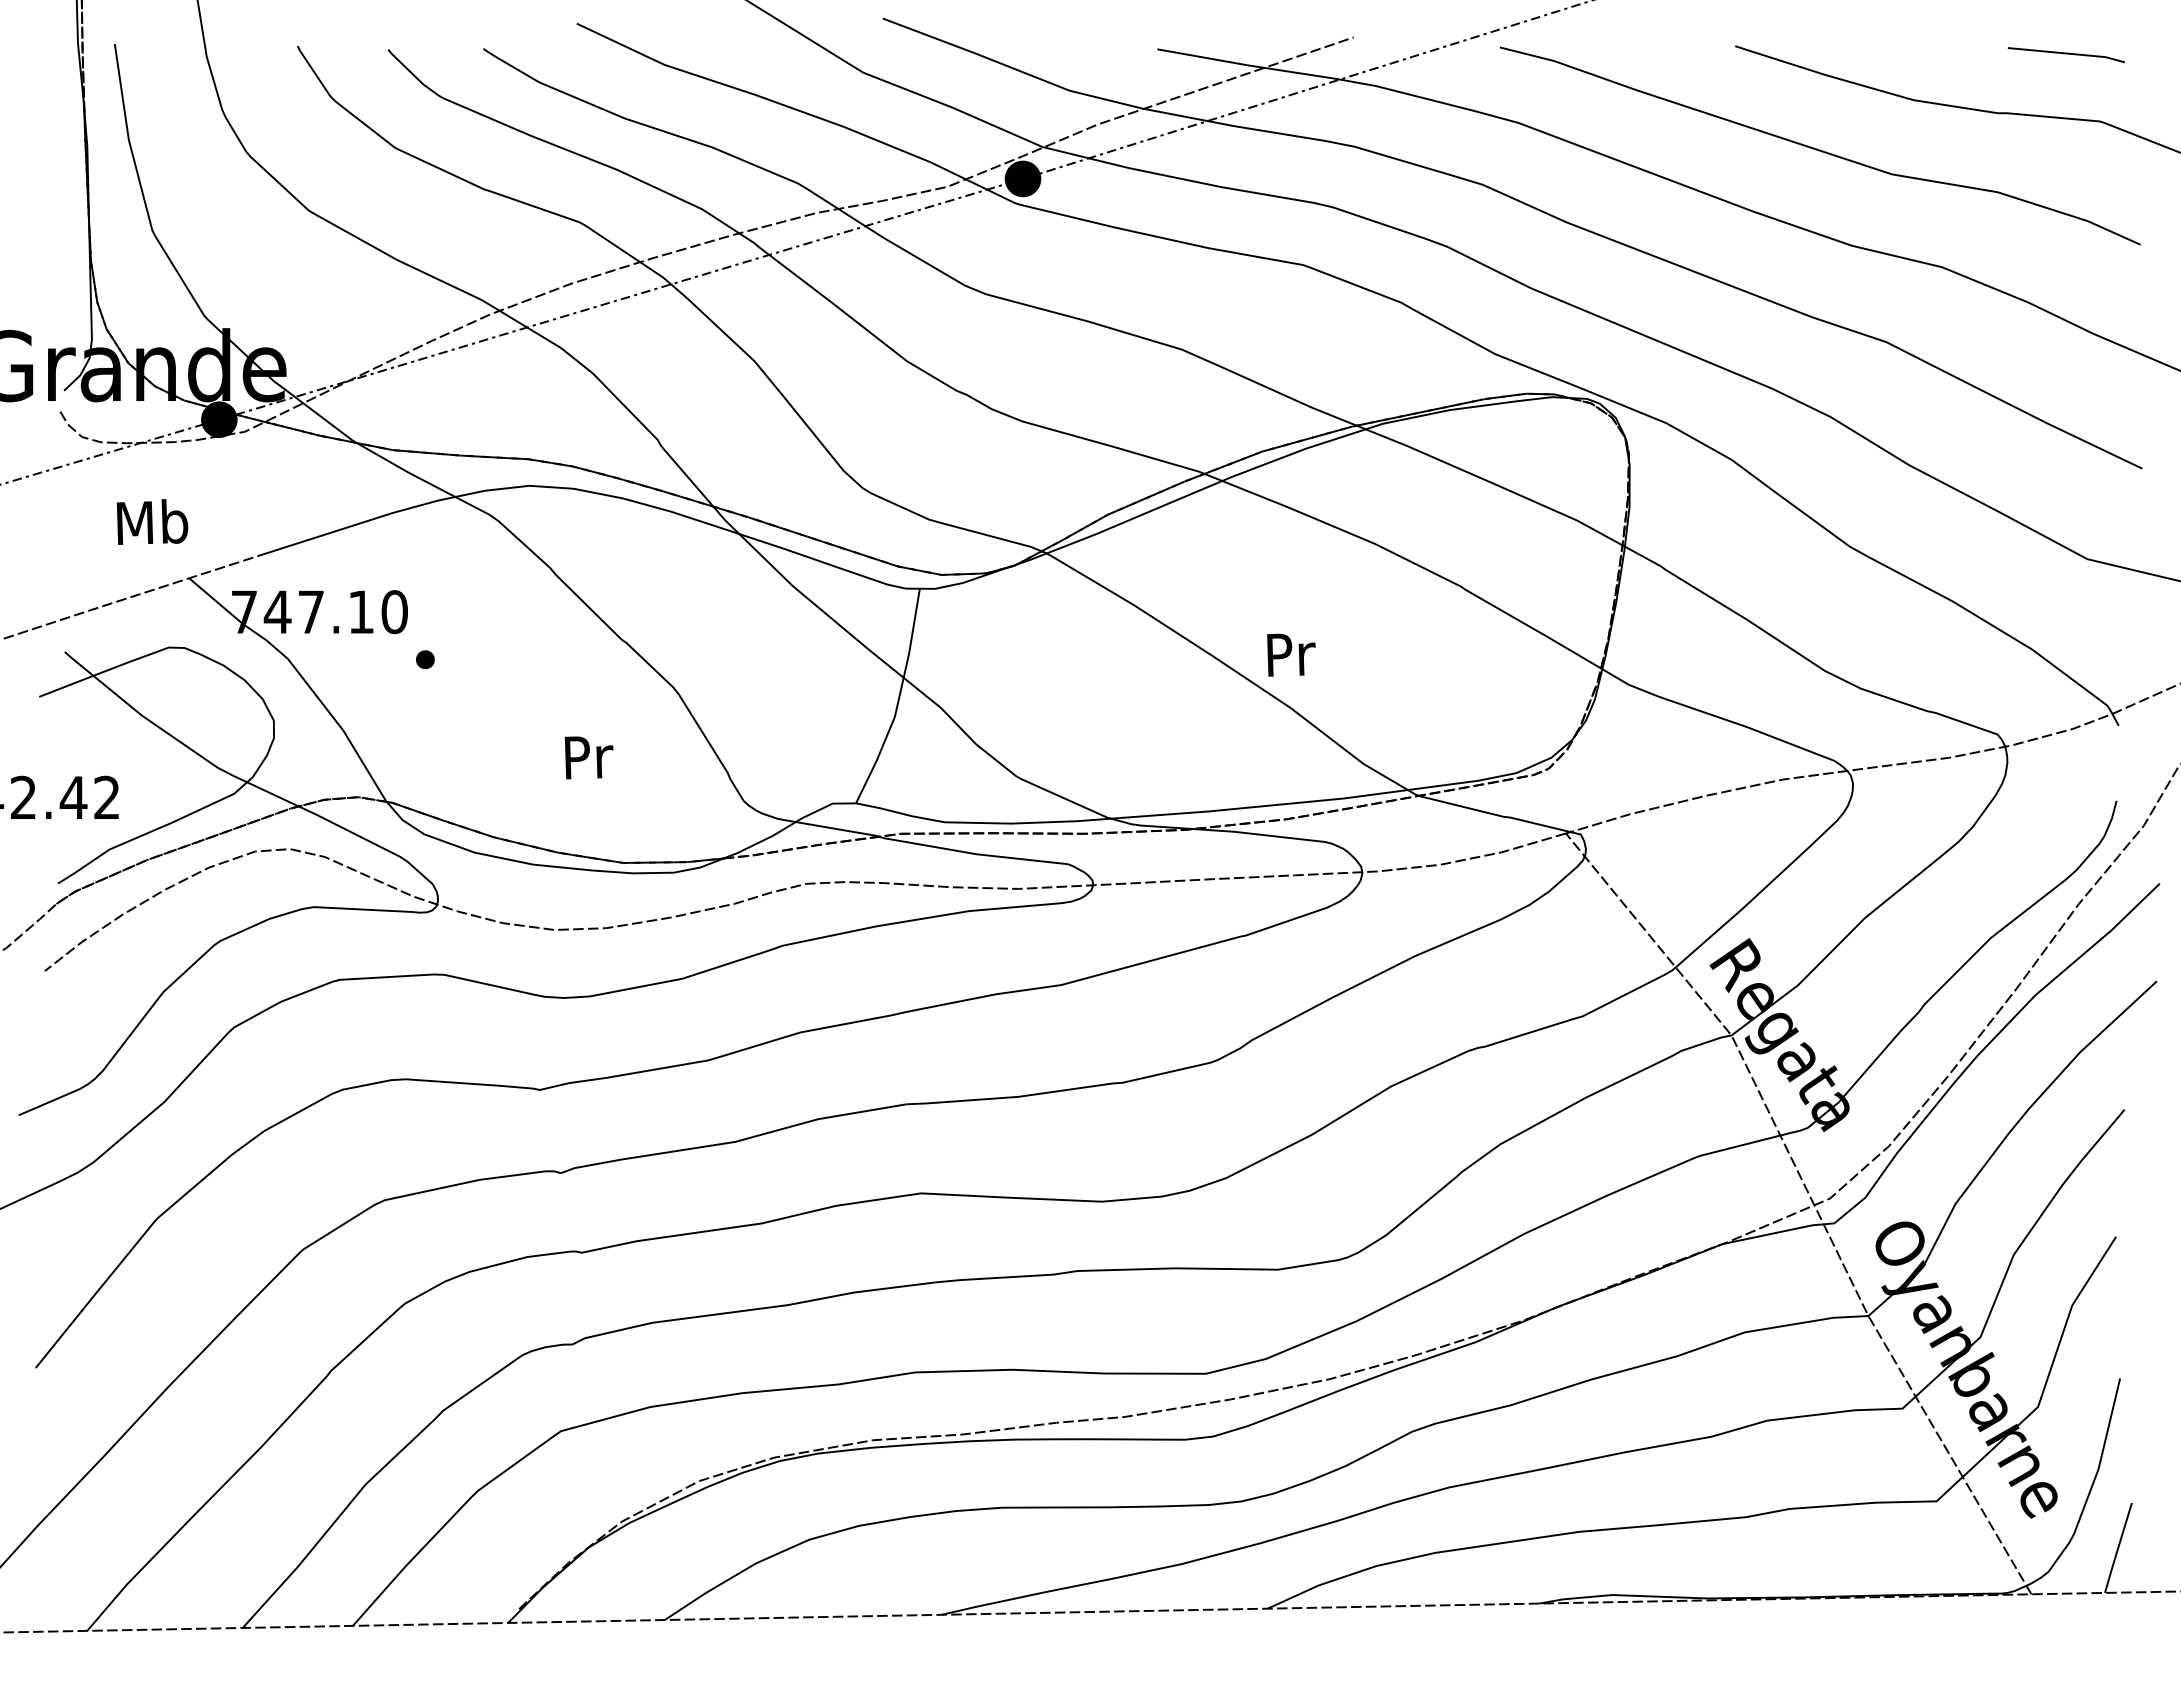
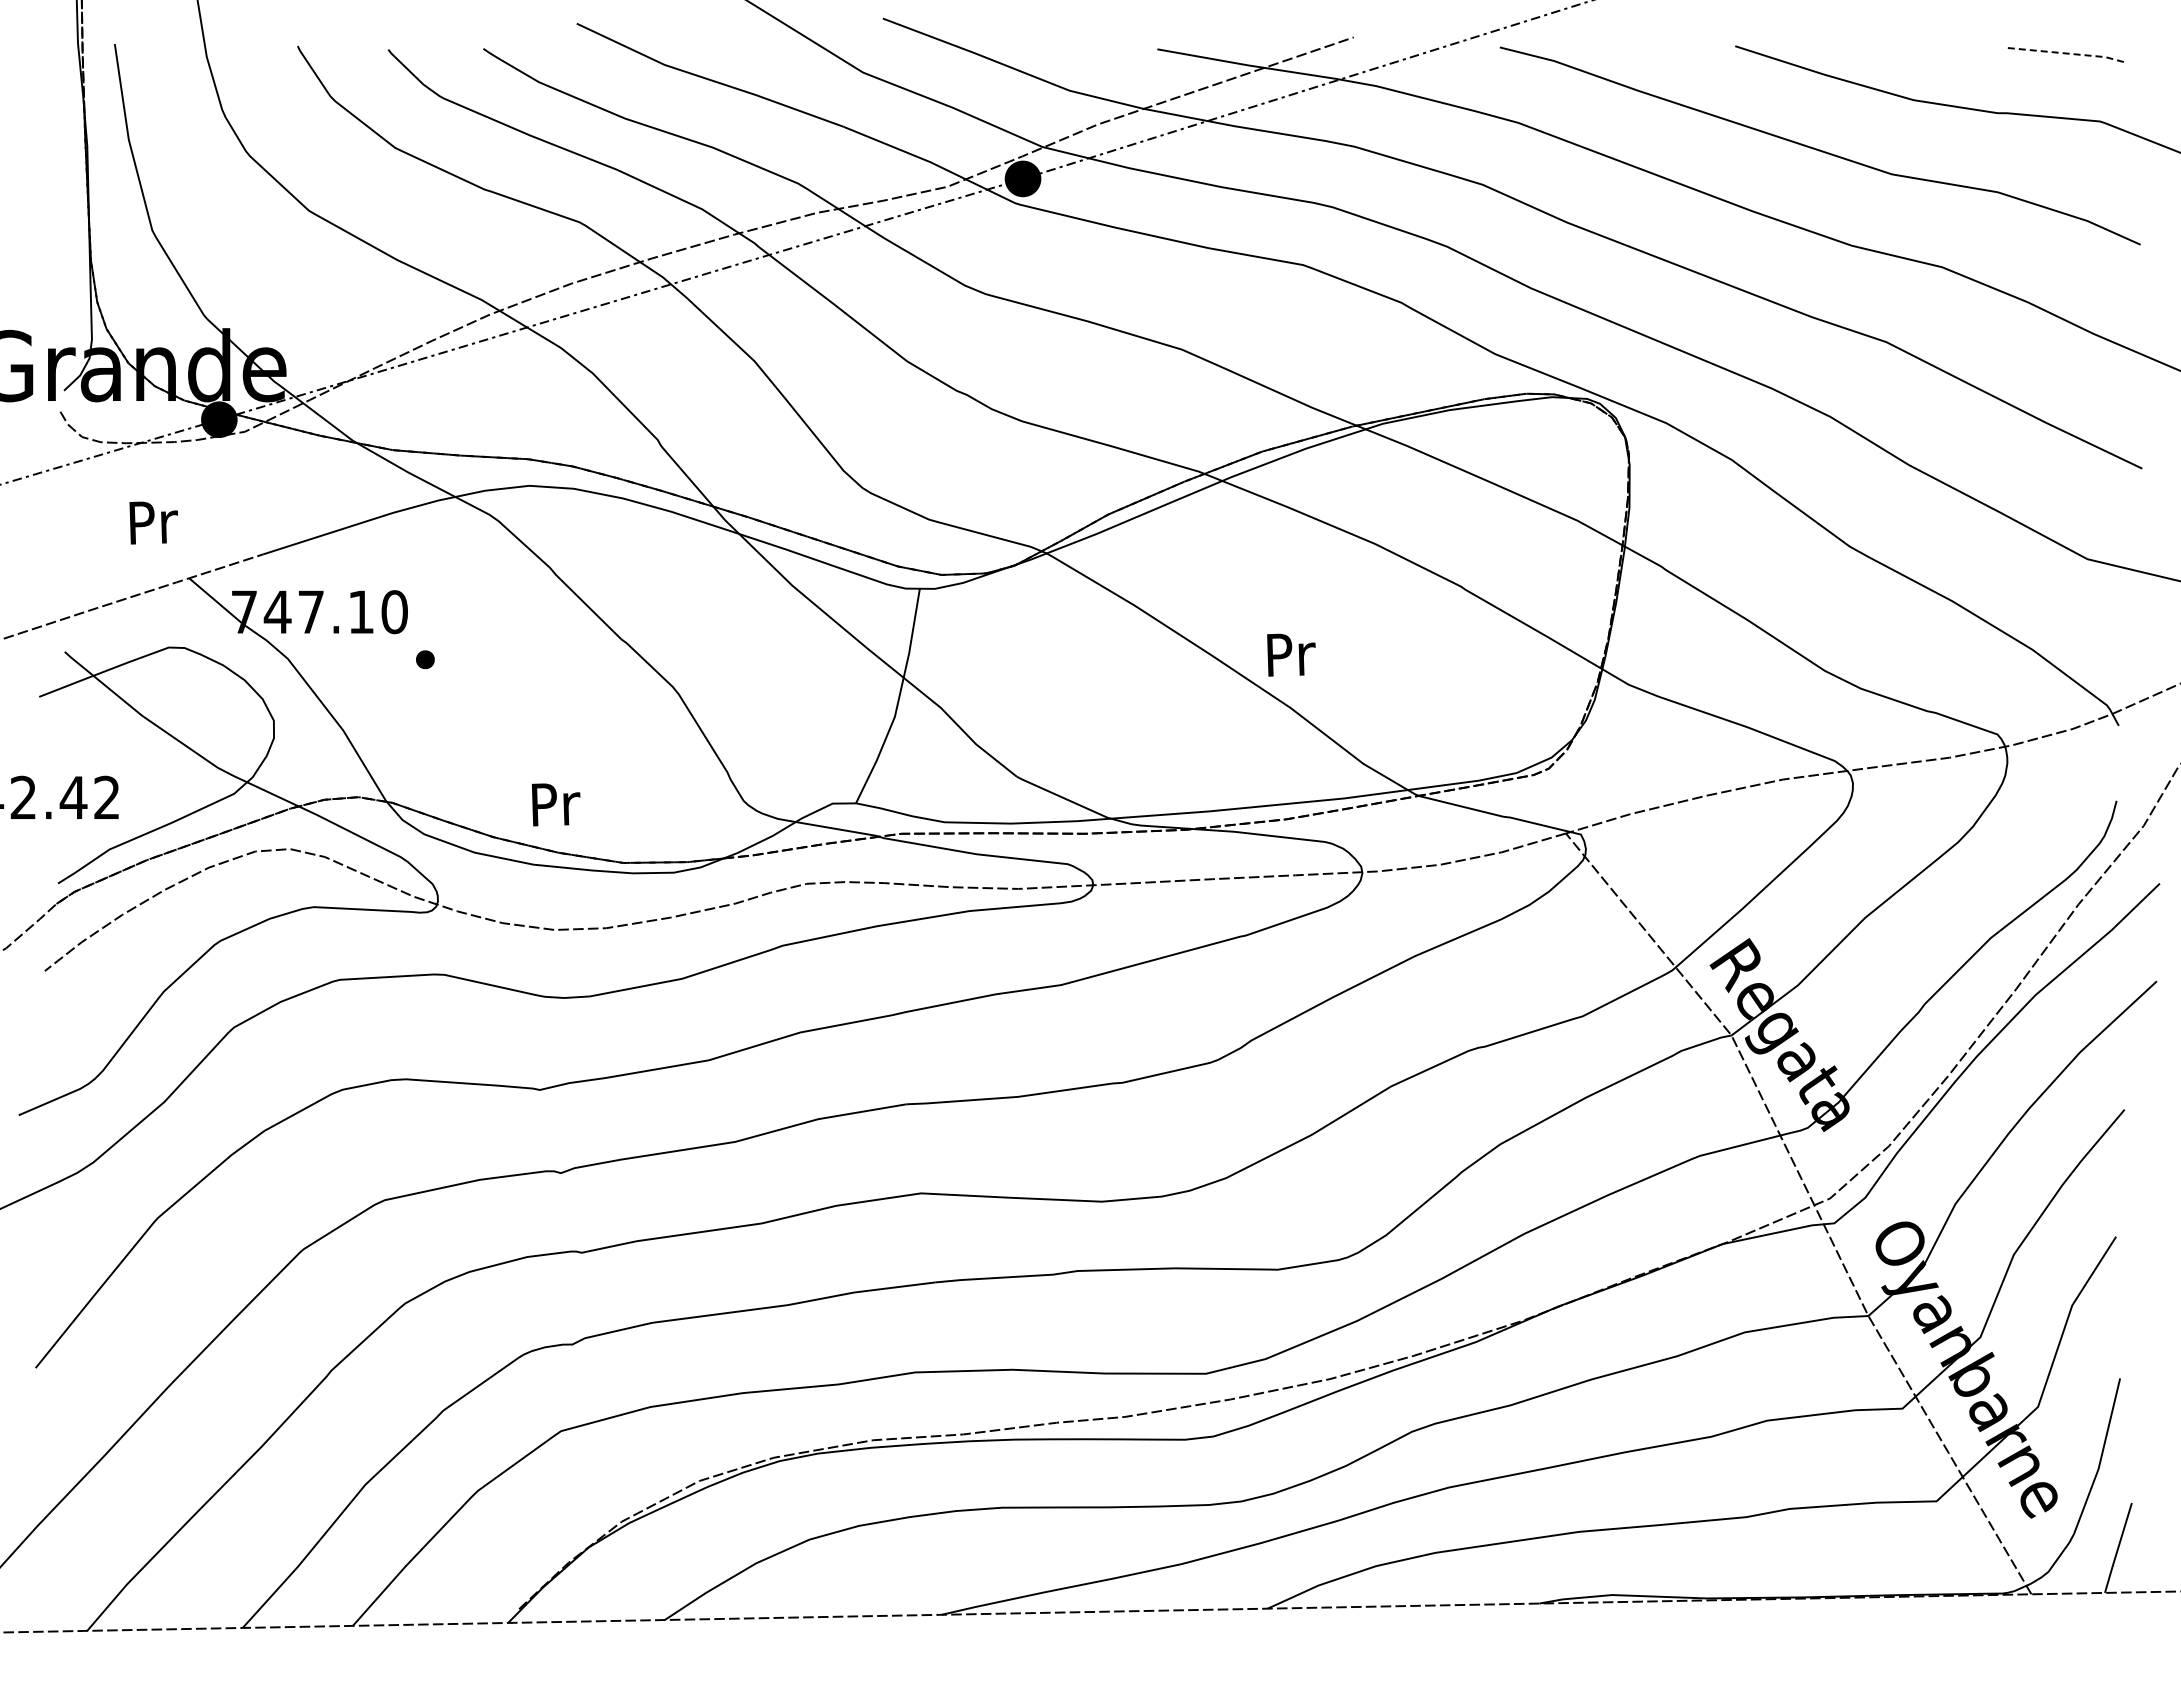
line at (2067, 53): solid -> dashed
text at (152, 521): Mb -> Pr
text at (588, 757) position: (588, 757) -> (555, 804)
